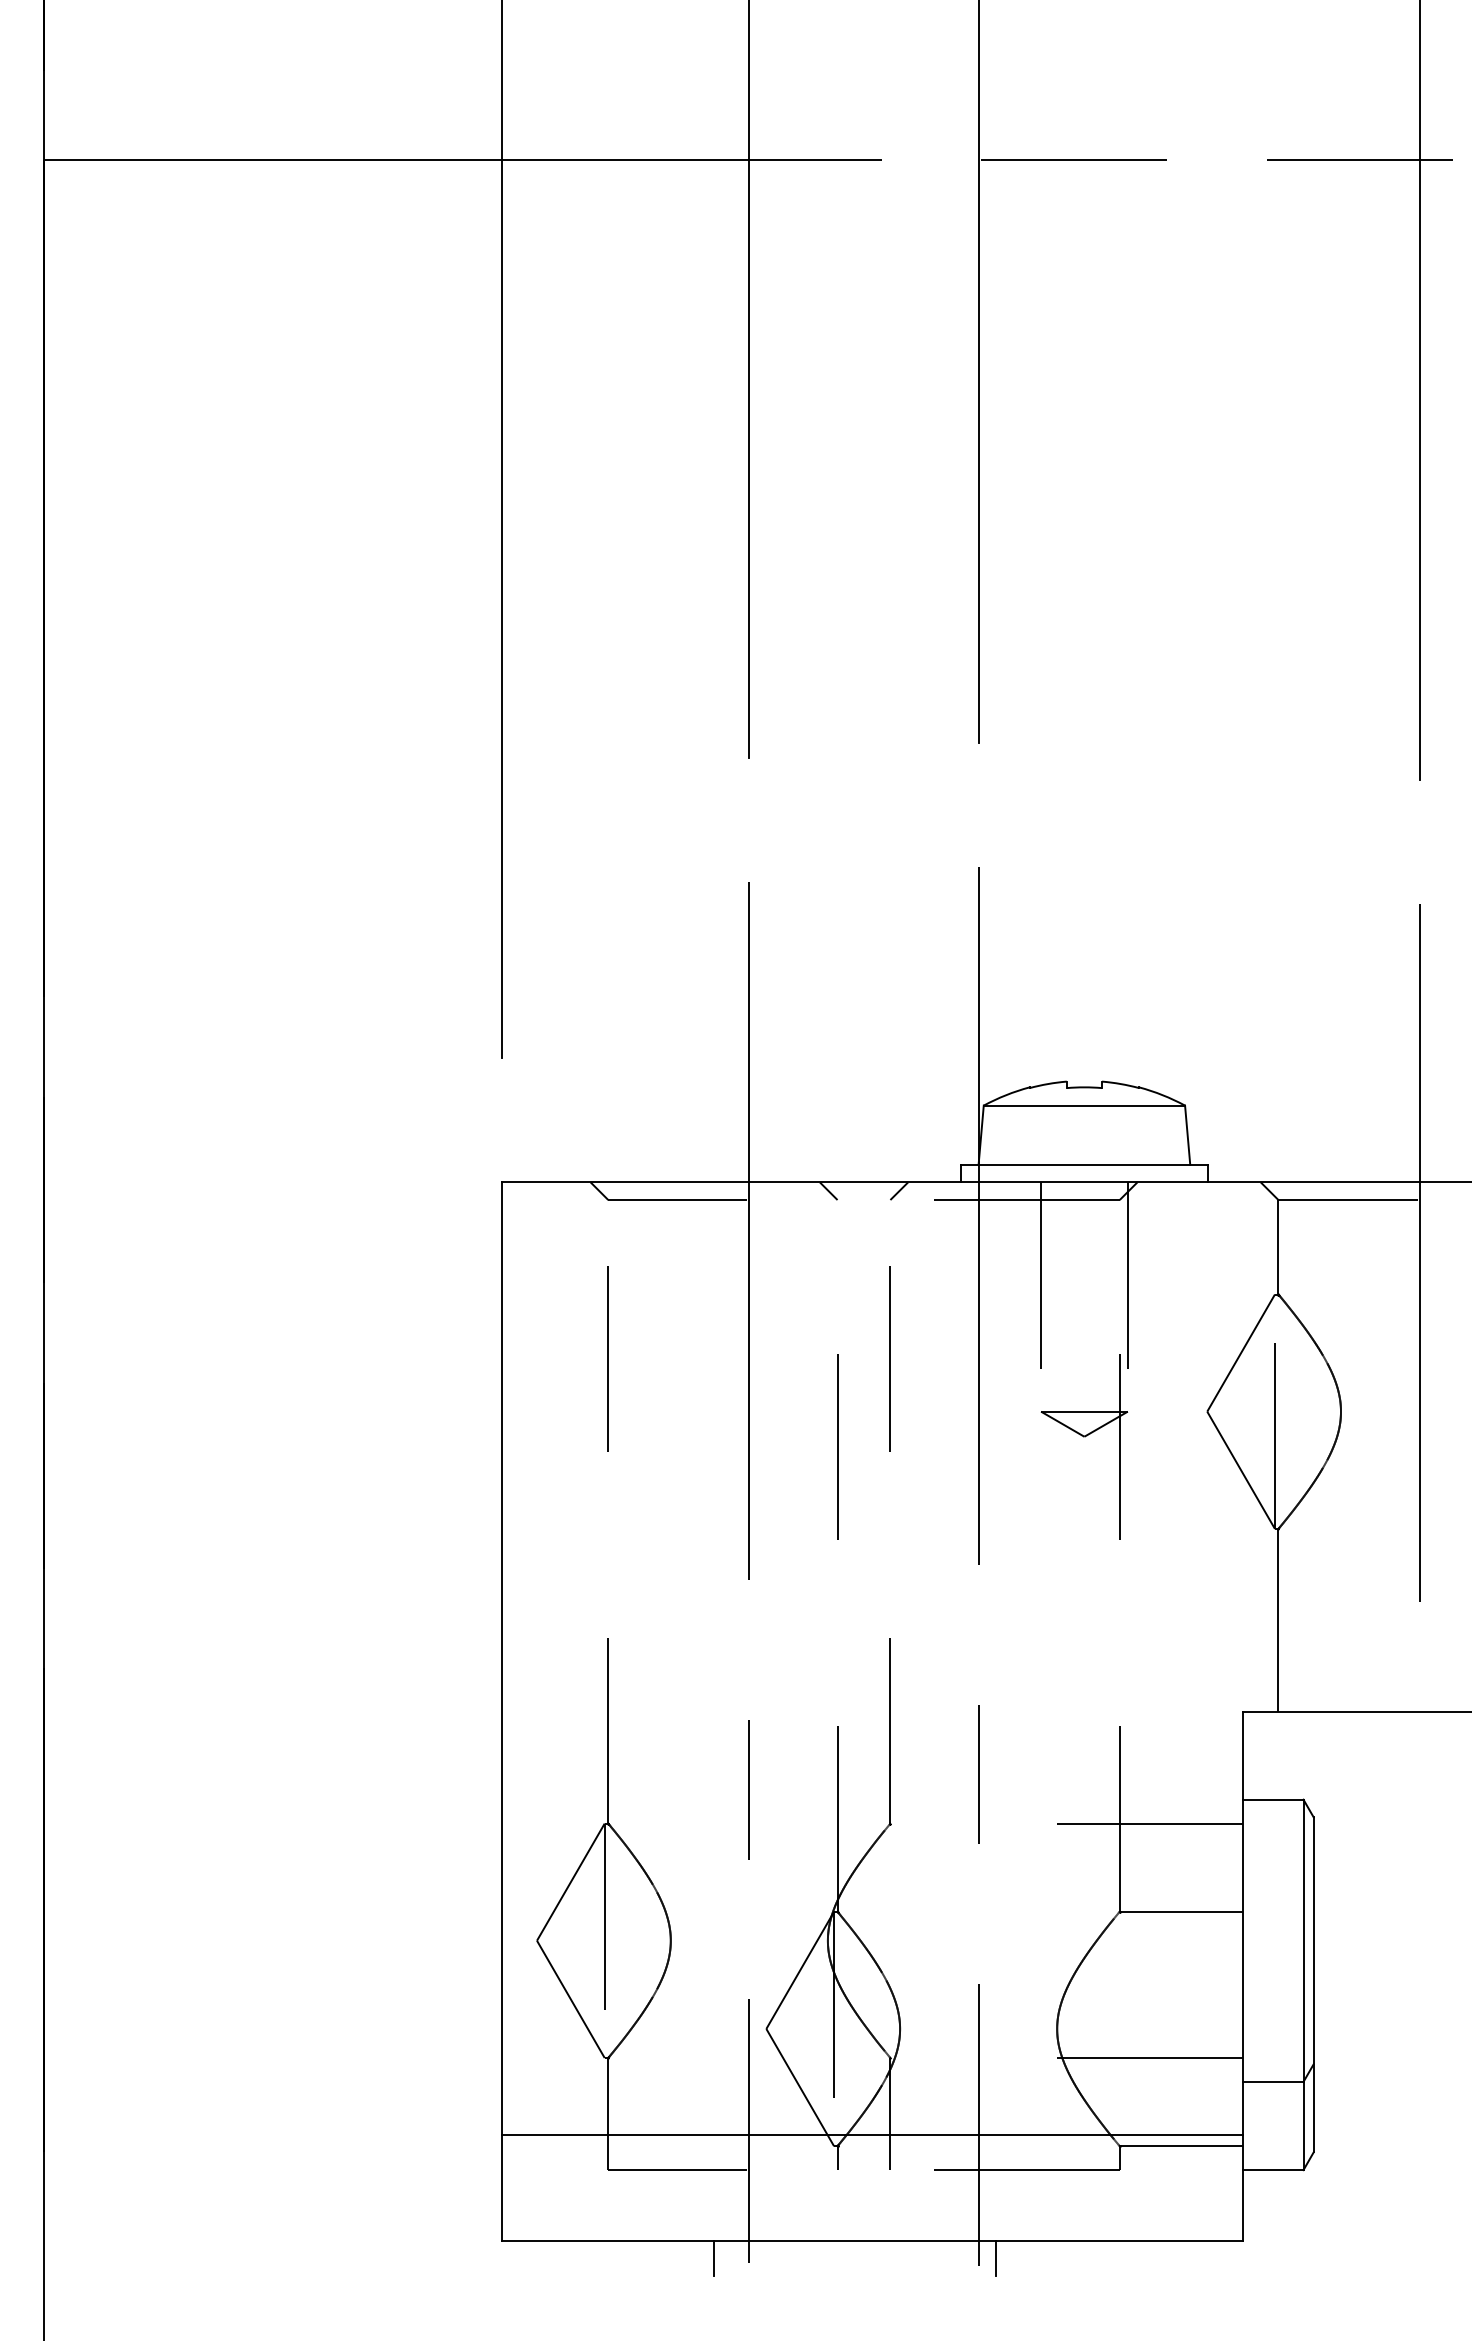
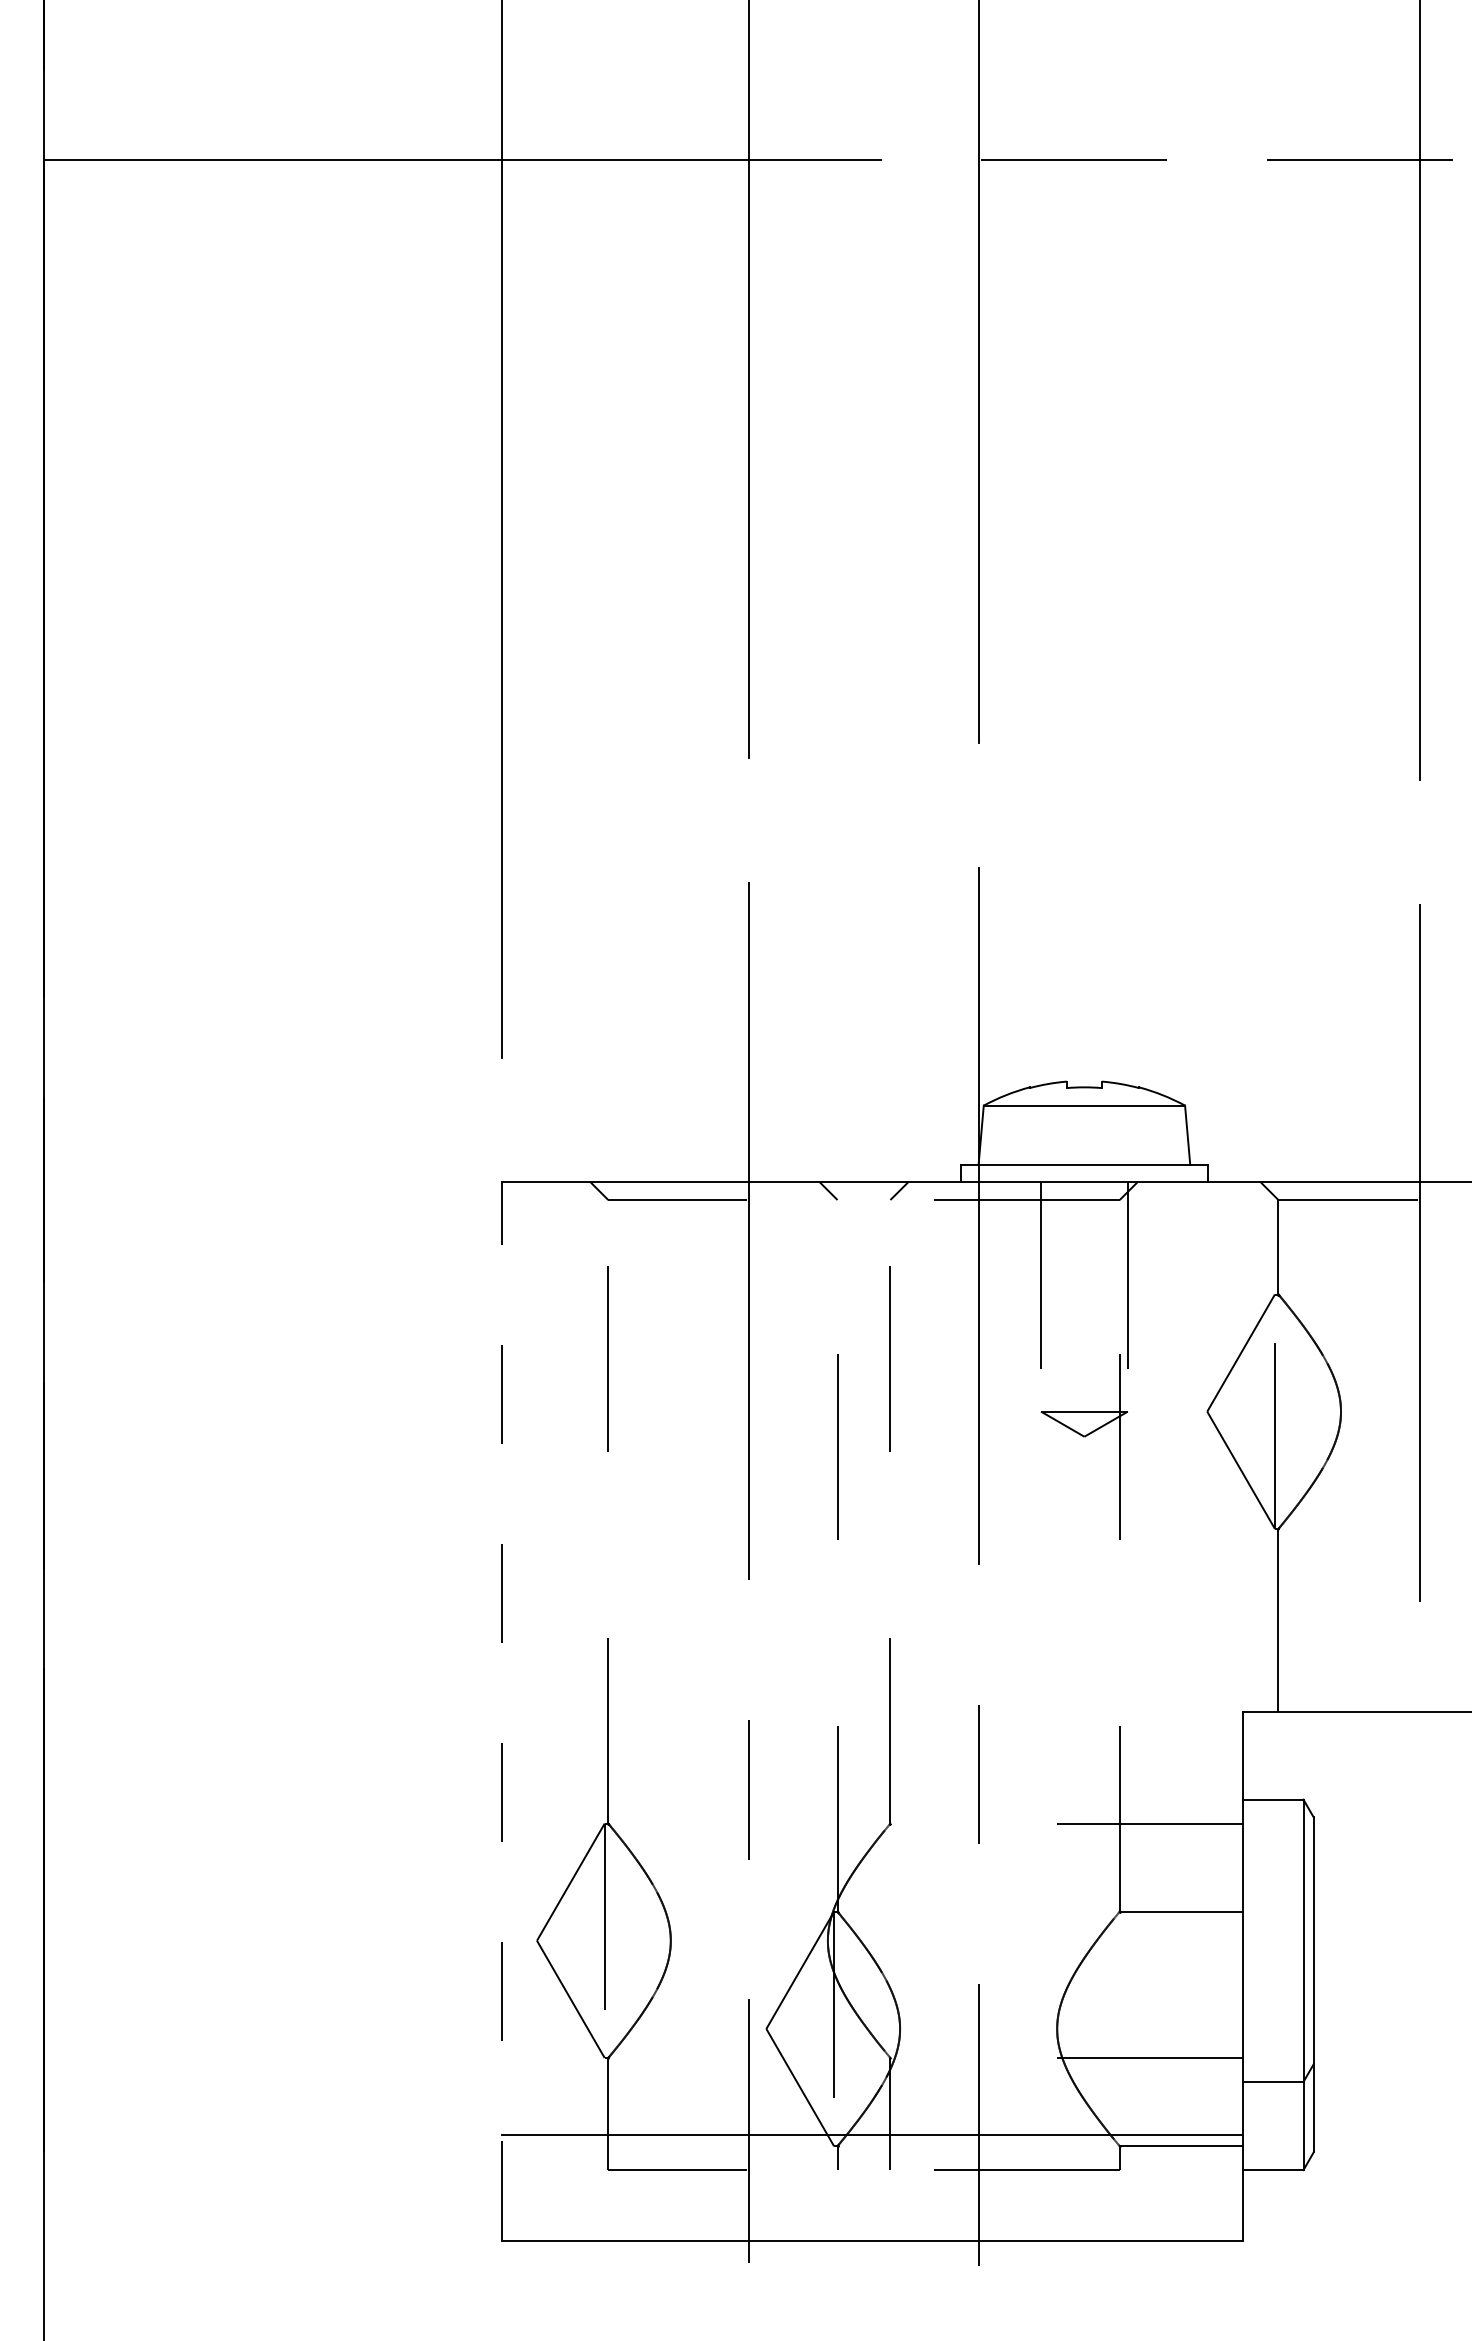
line at (502, 1711): solid -> dashed
line at (714, 2257): present -> none
line at (996, 2257): present -> none
